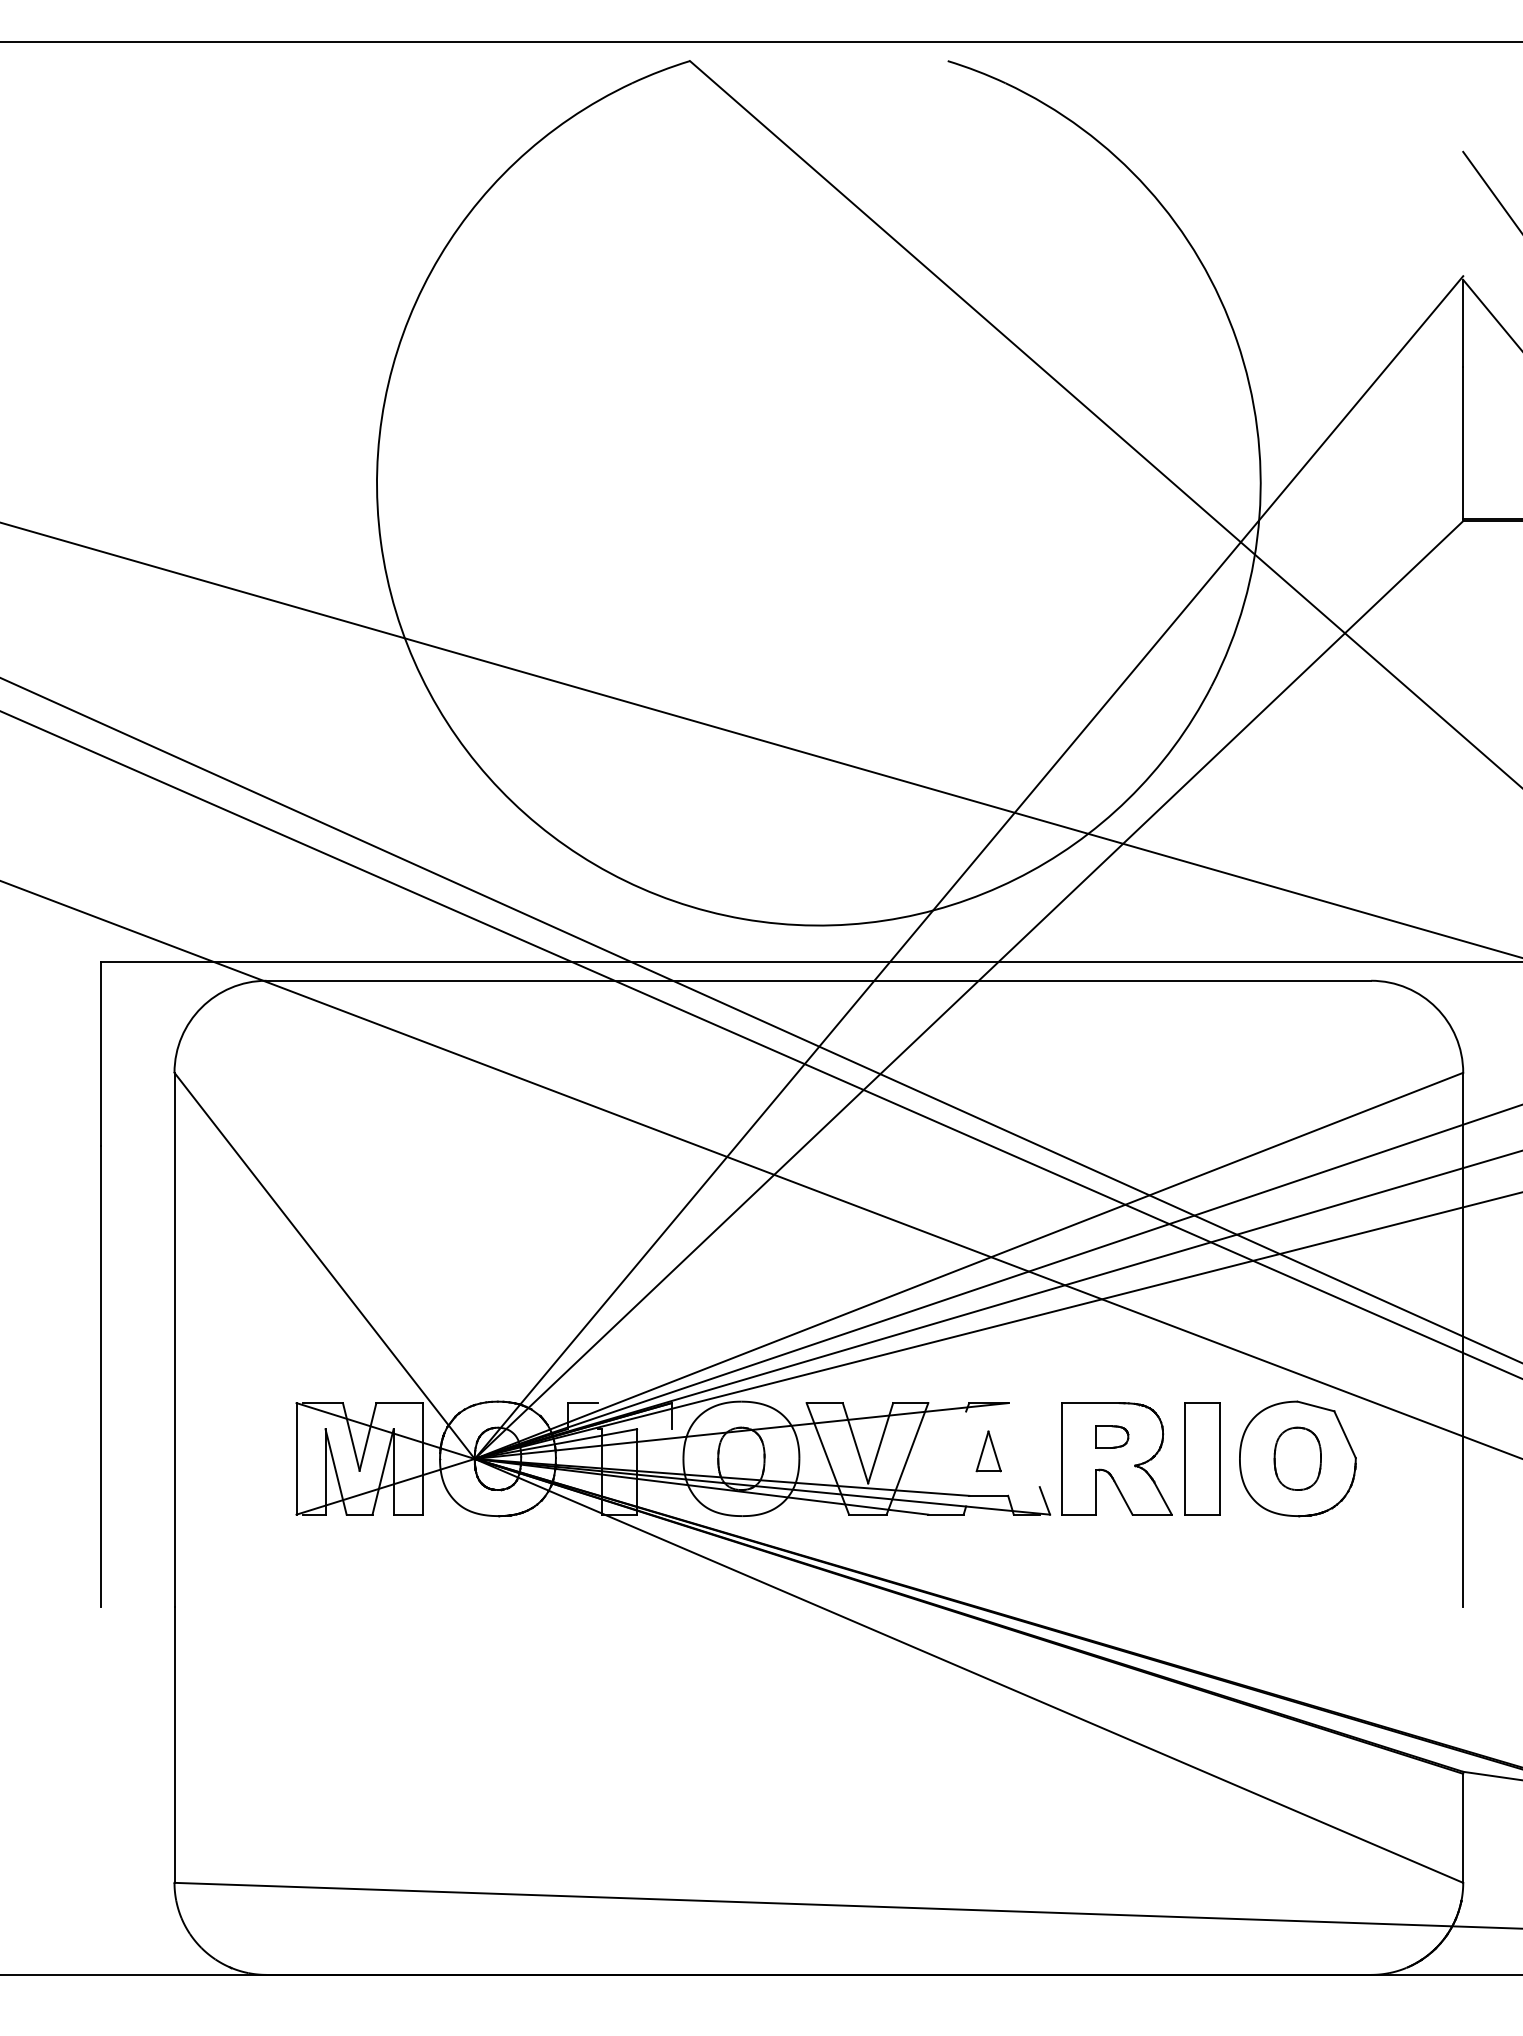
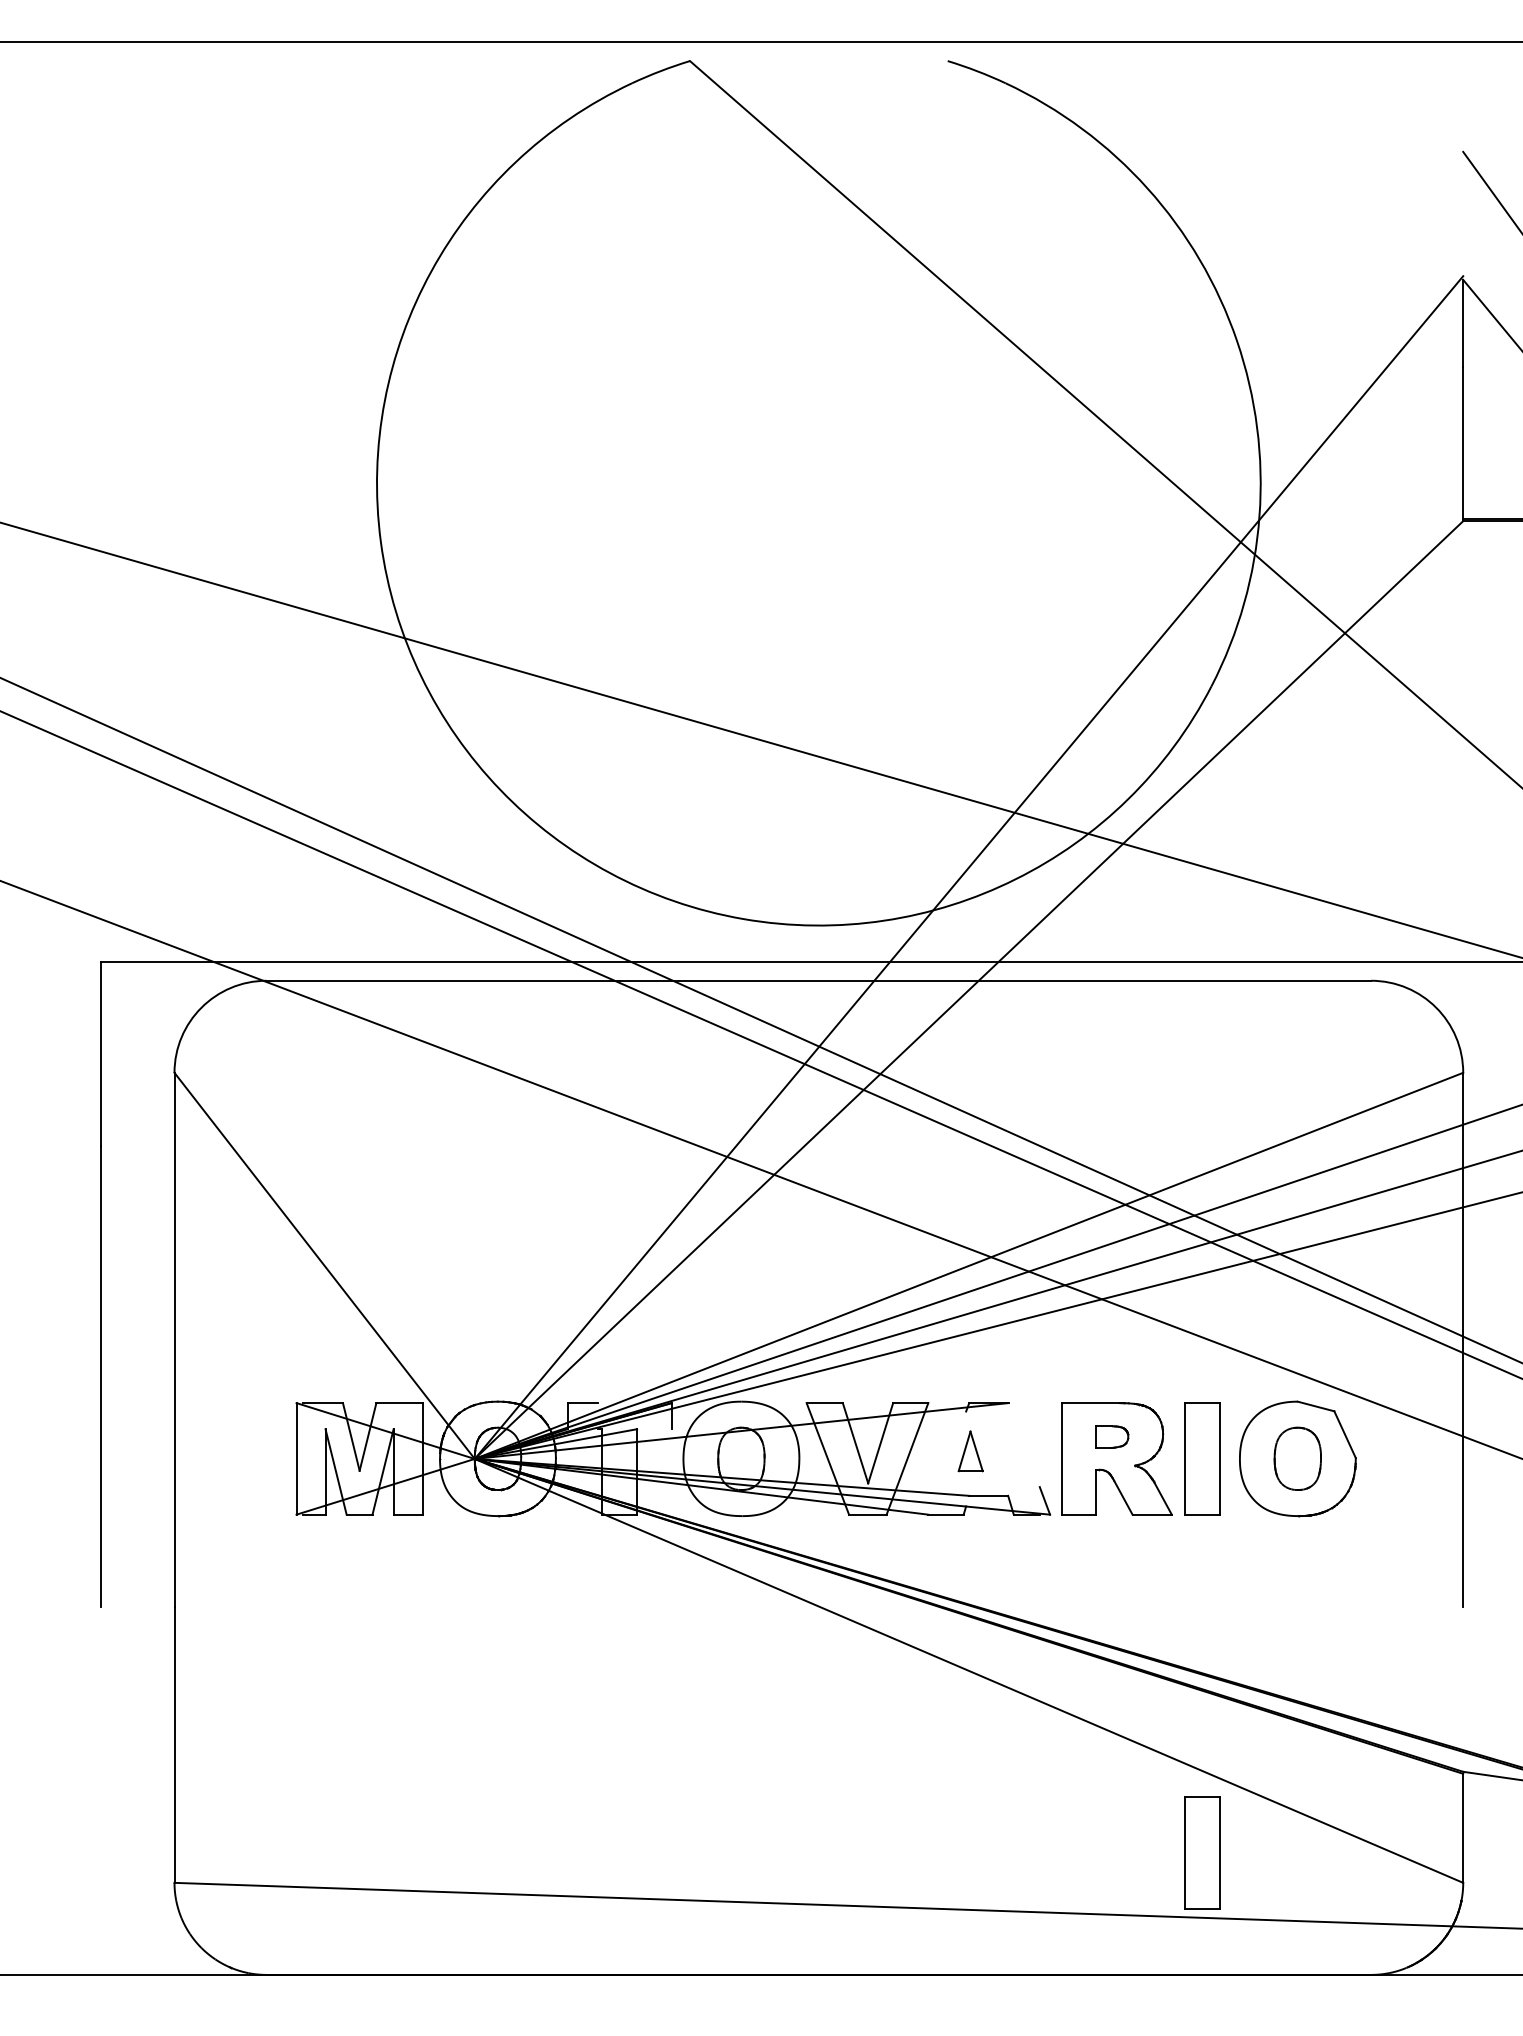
part at (988, 1451) position: (988, 1451) -> (970, 1451)
part at (1202, 1852): none -> present
